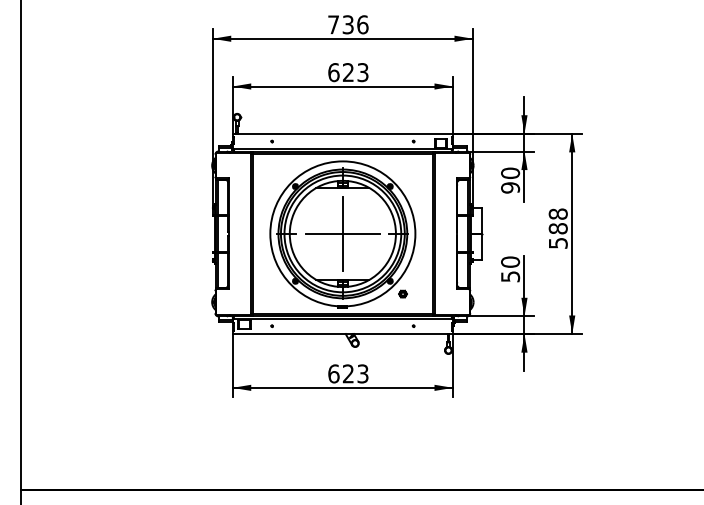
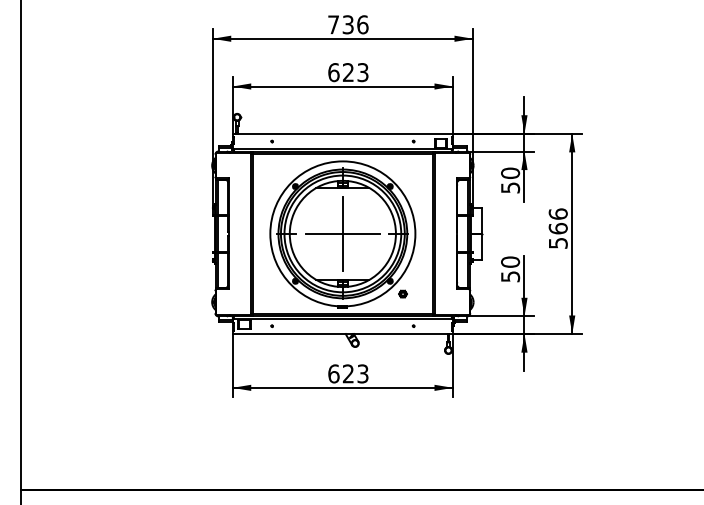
text at (510, 187): 90 -> 50
text at (557, 221): 588 -> 566
